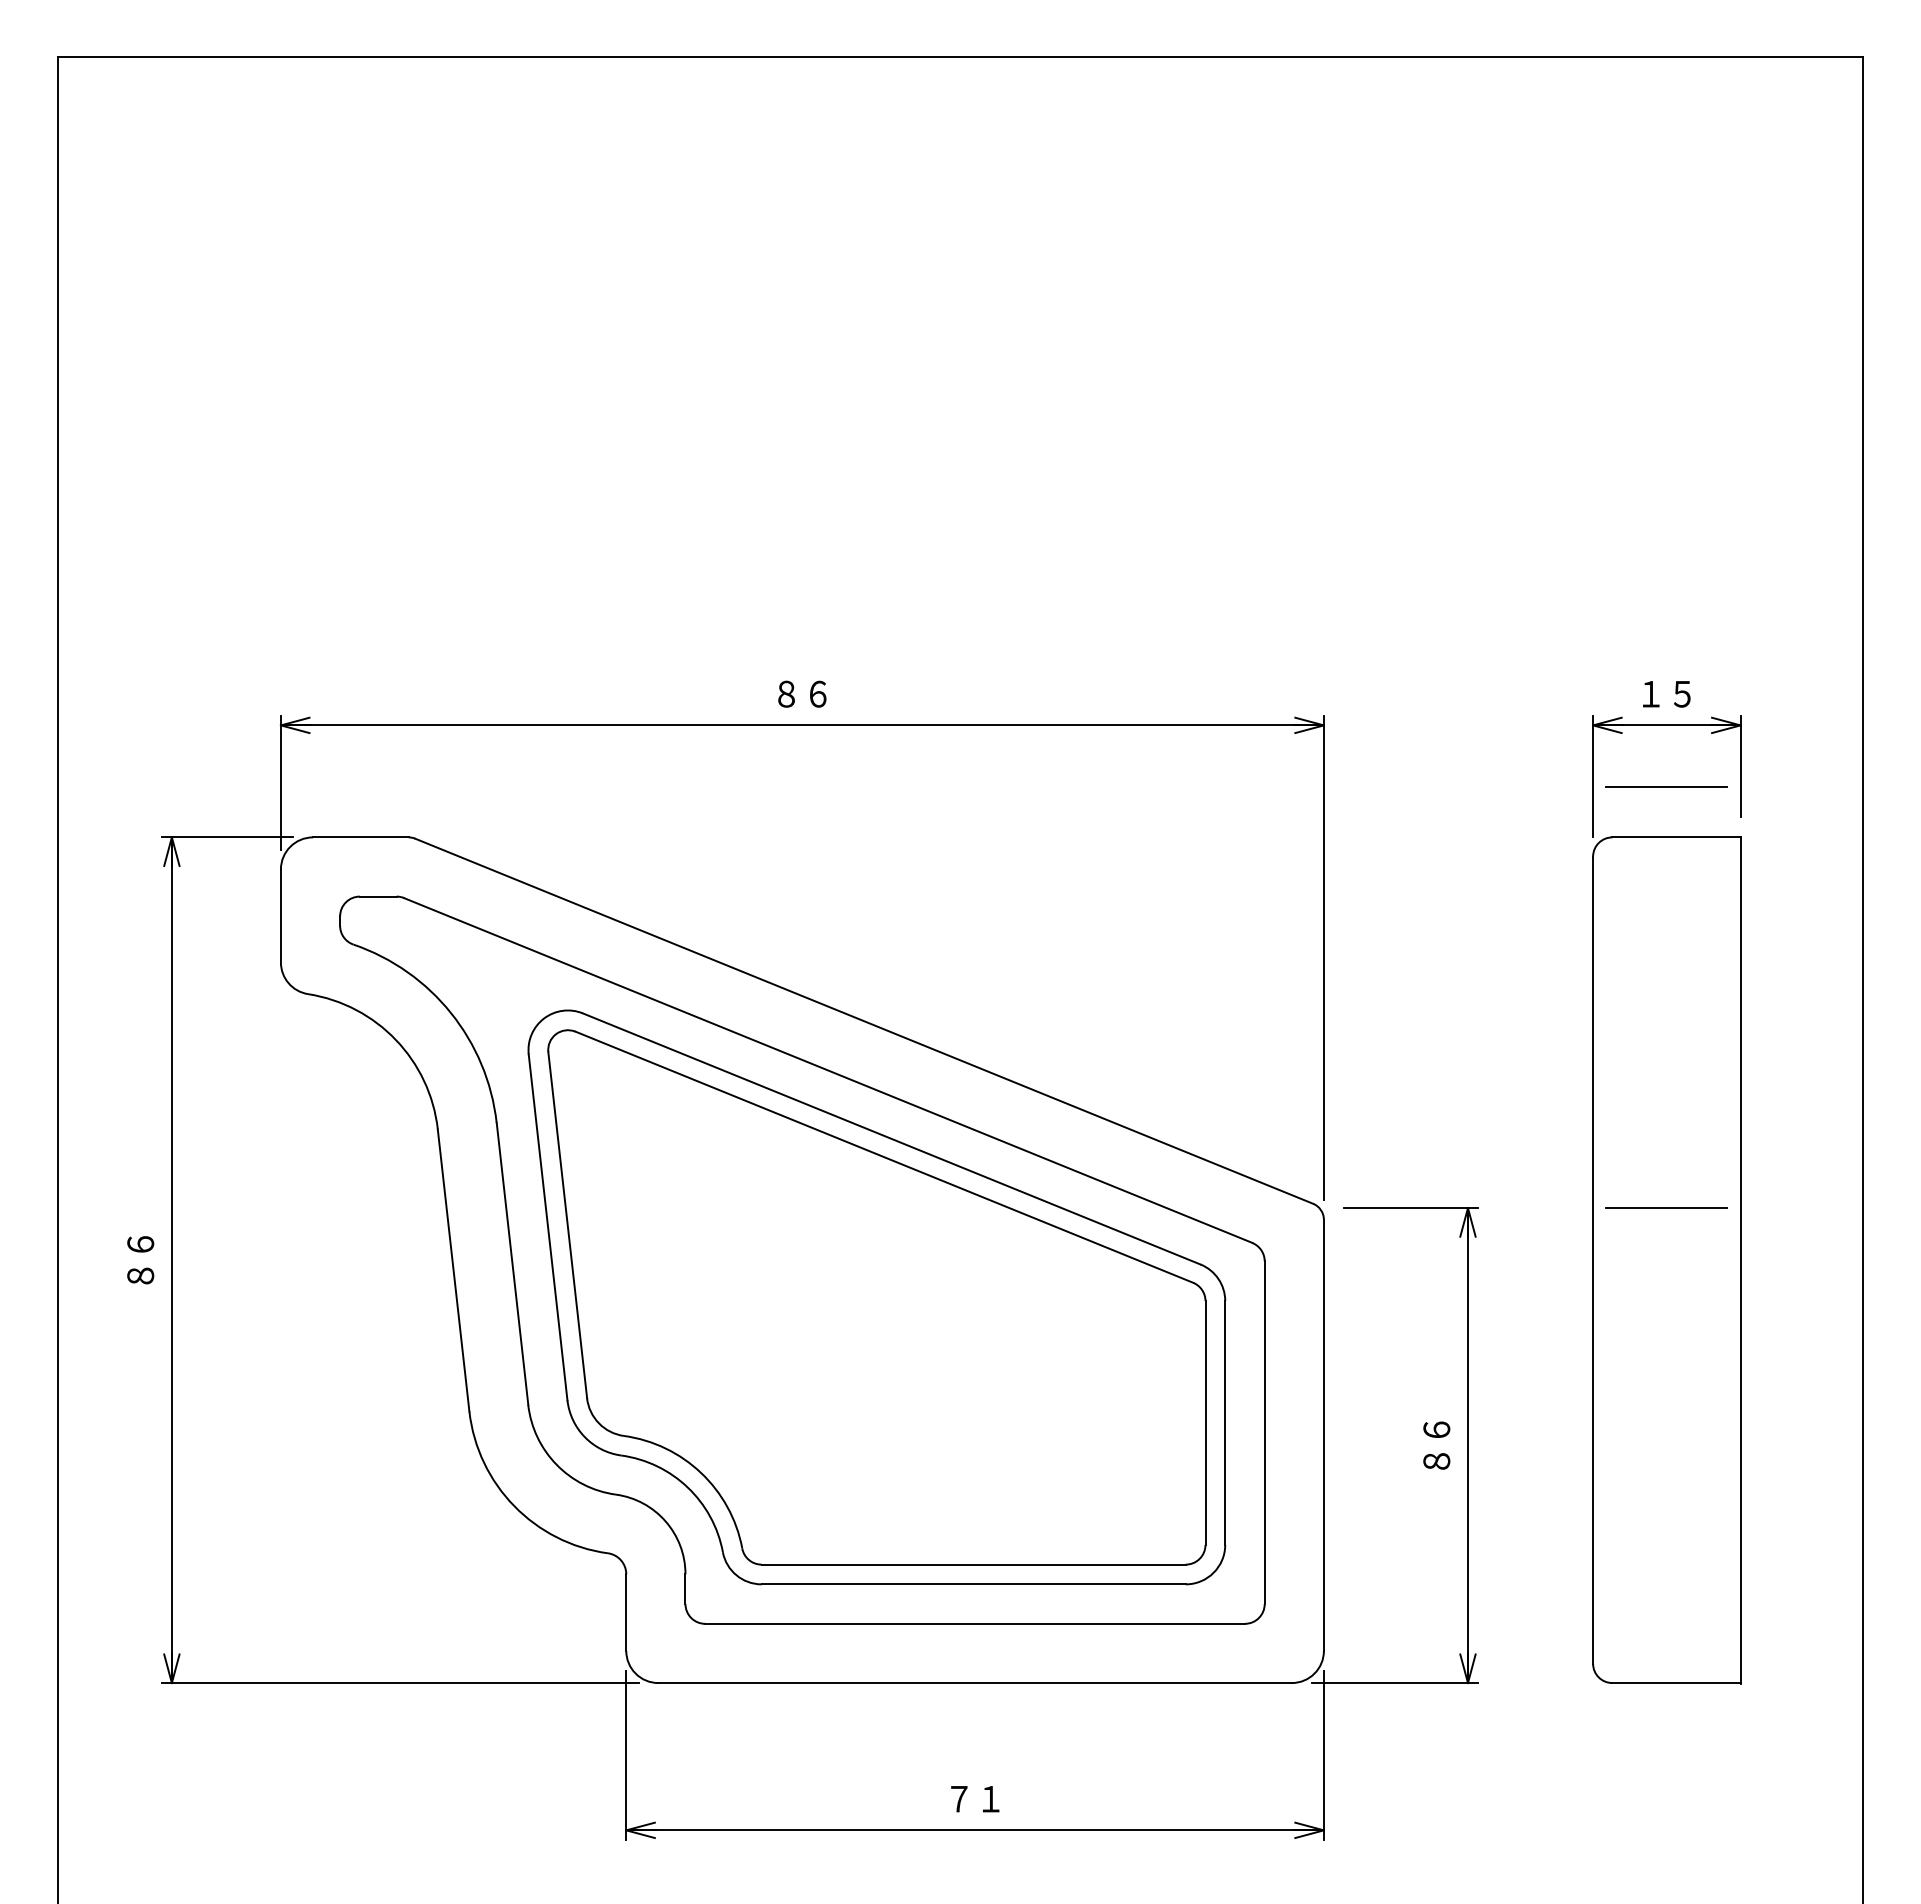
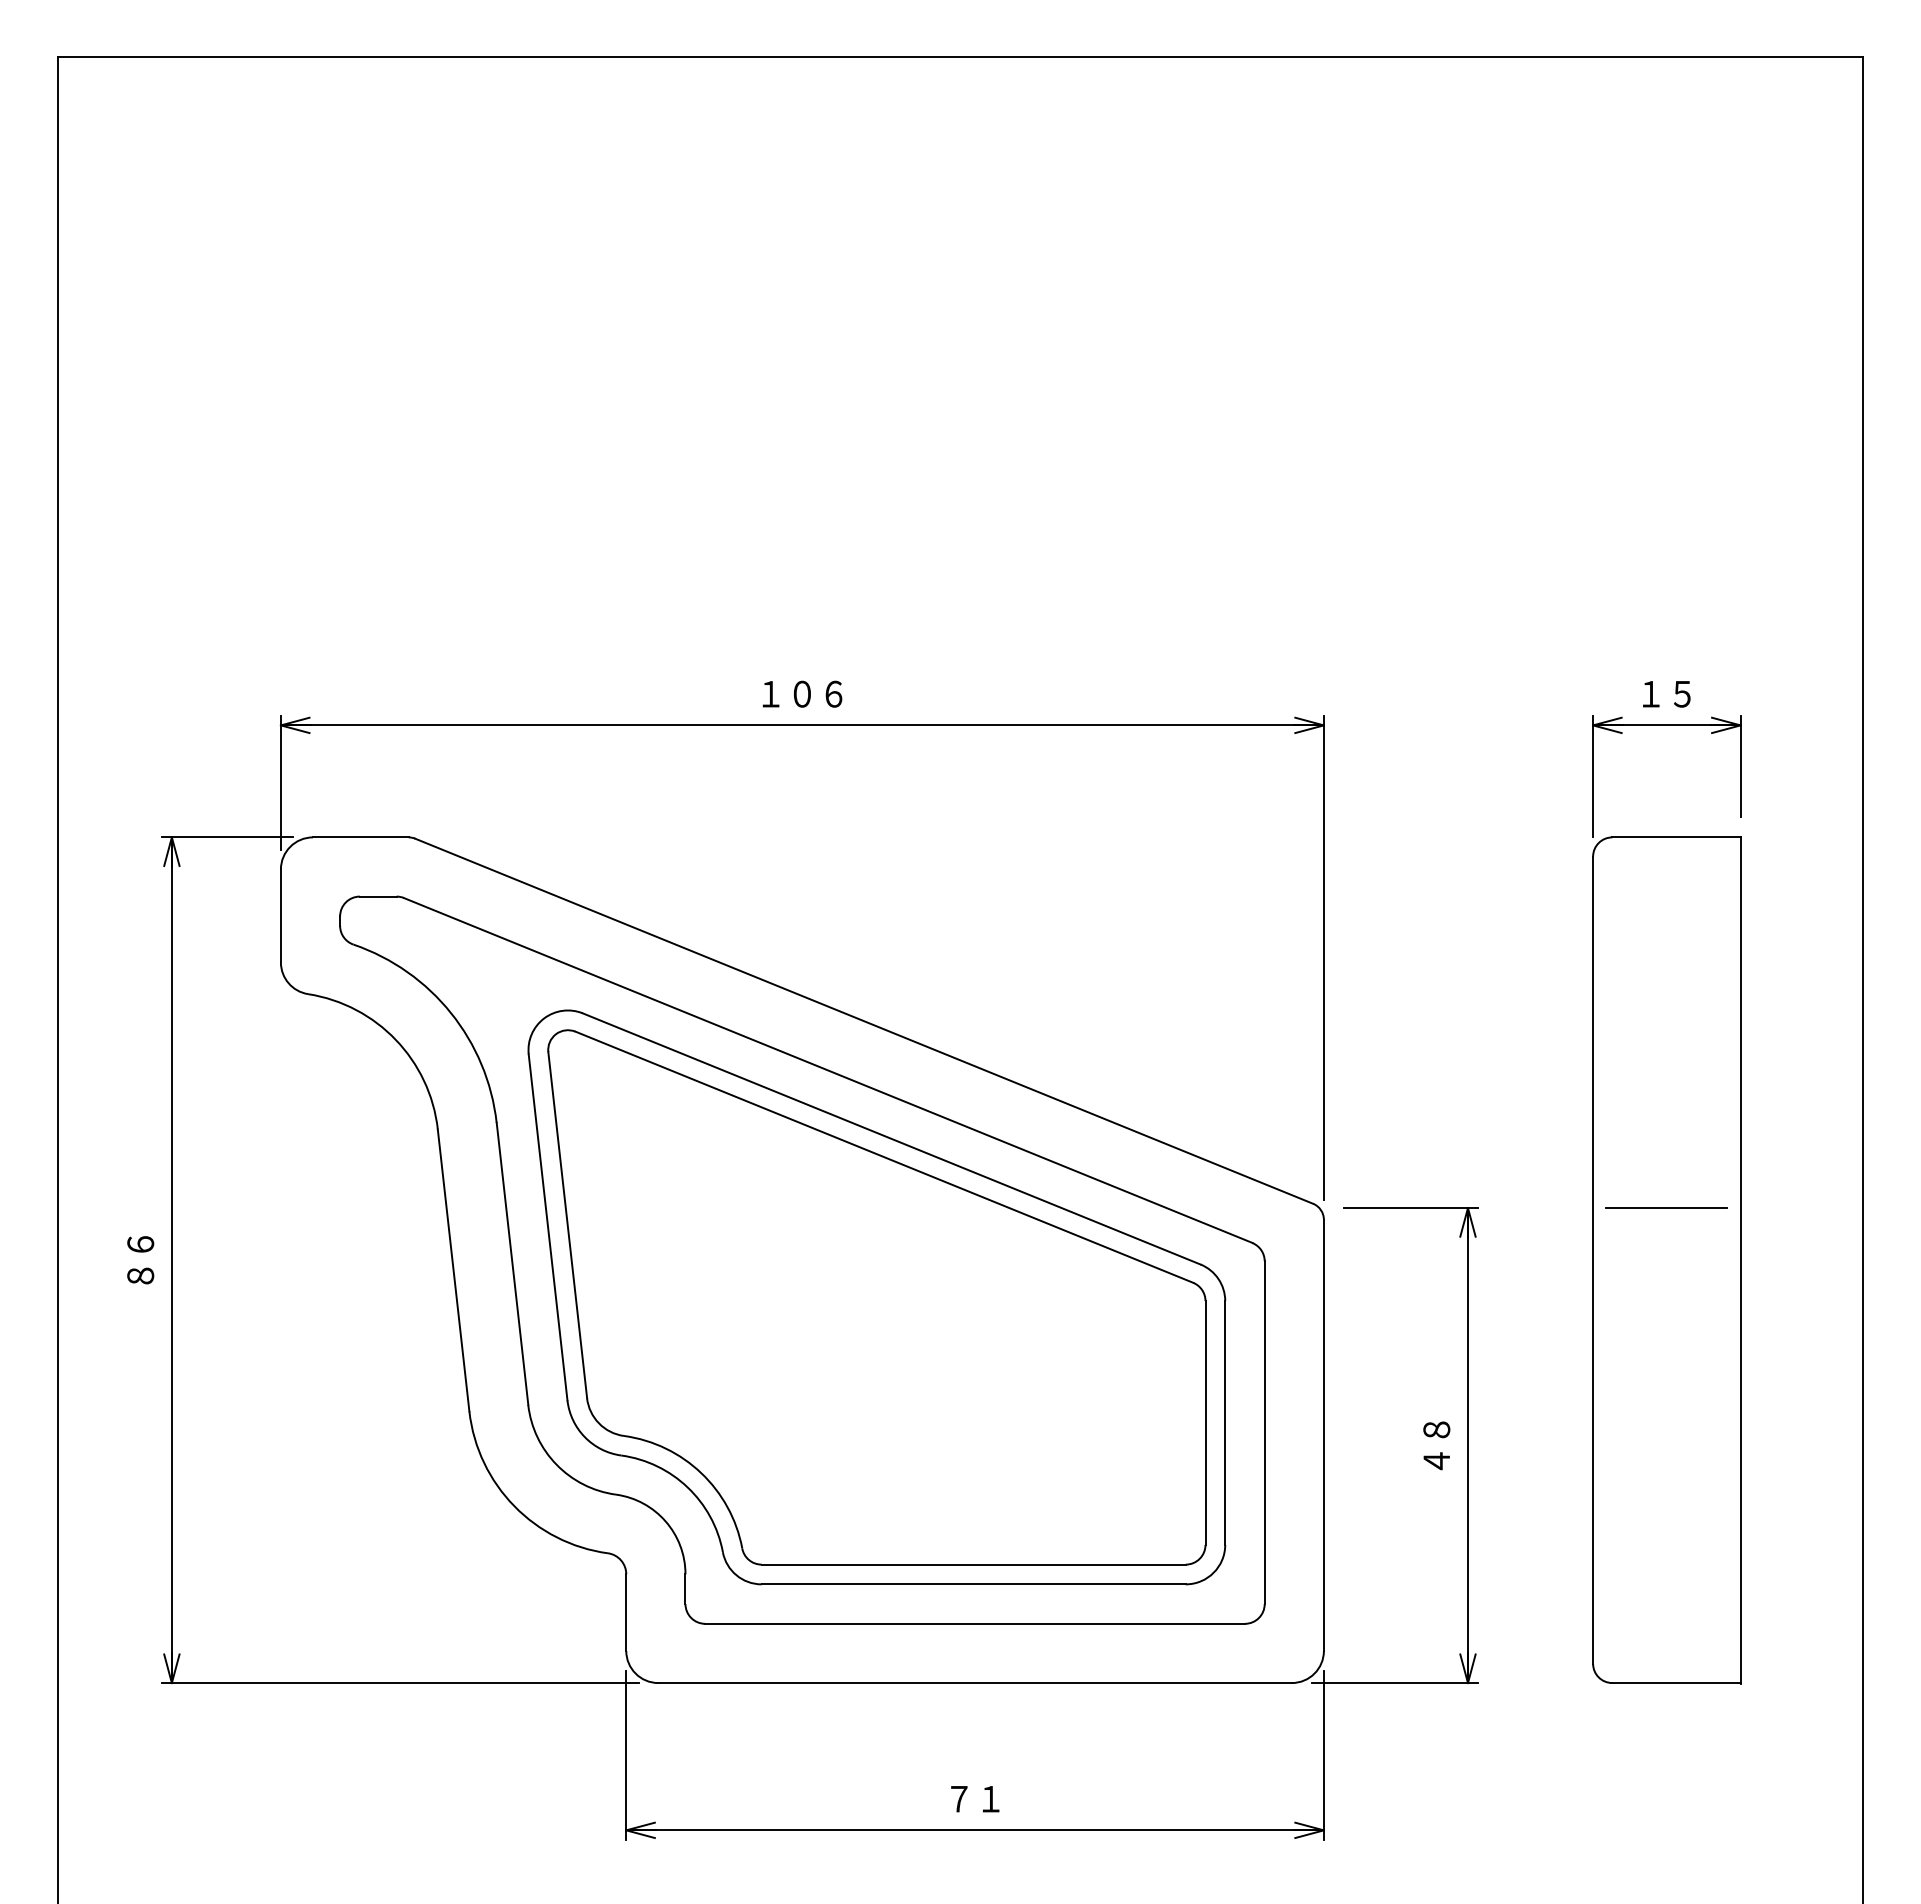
text at (802, 693): ８６ -> １０６
line at (1666, 786): present -> none
text at (1436, 1445): ８６ -> ４８
